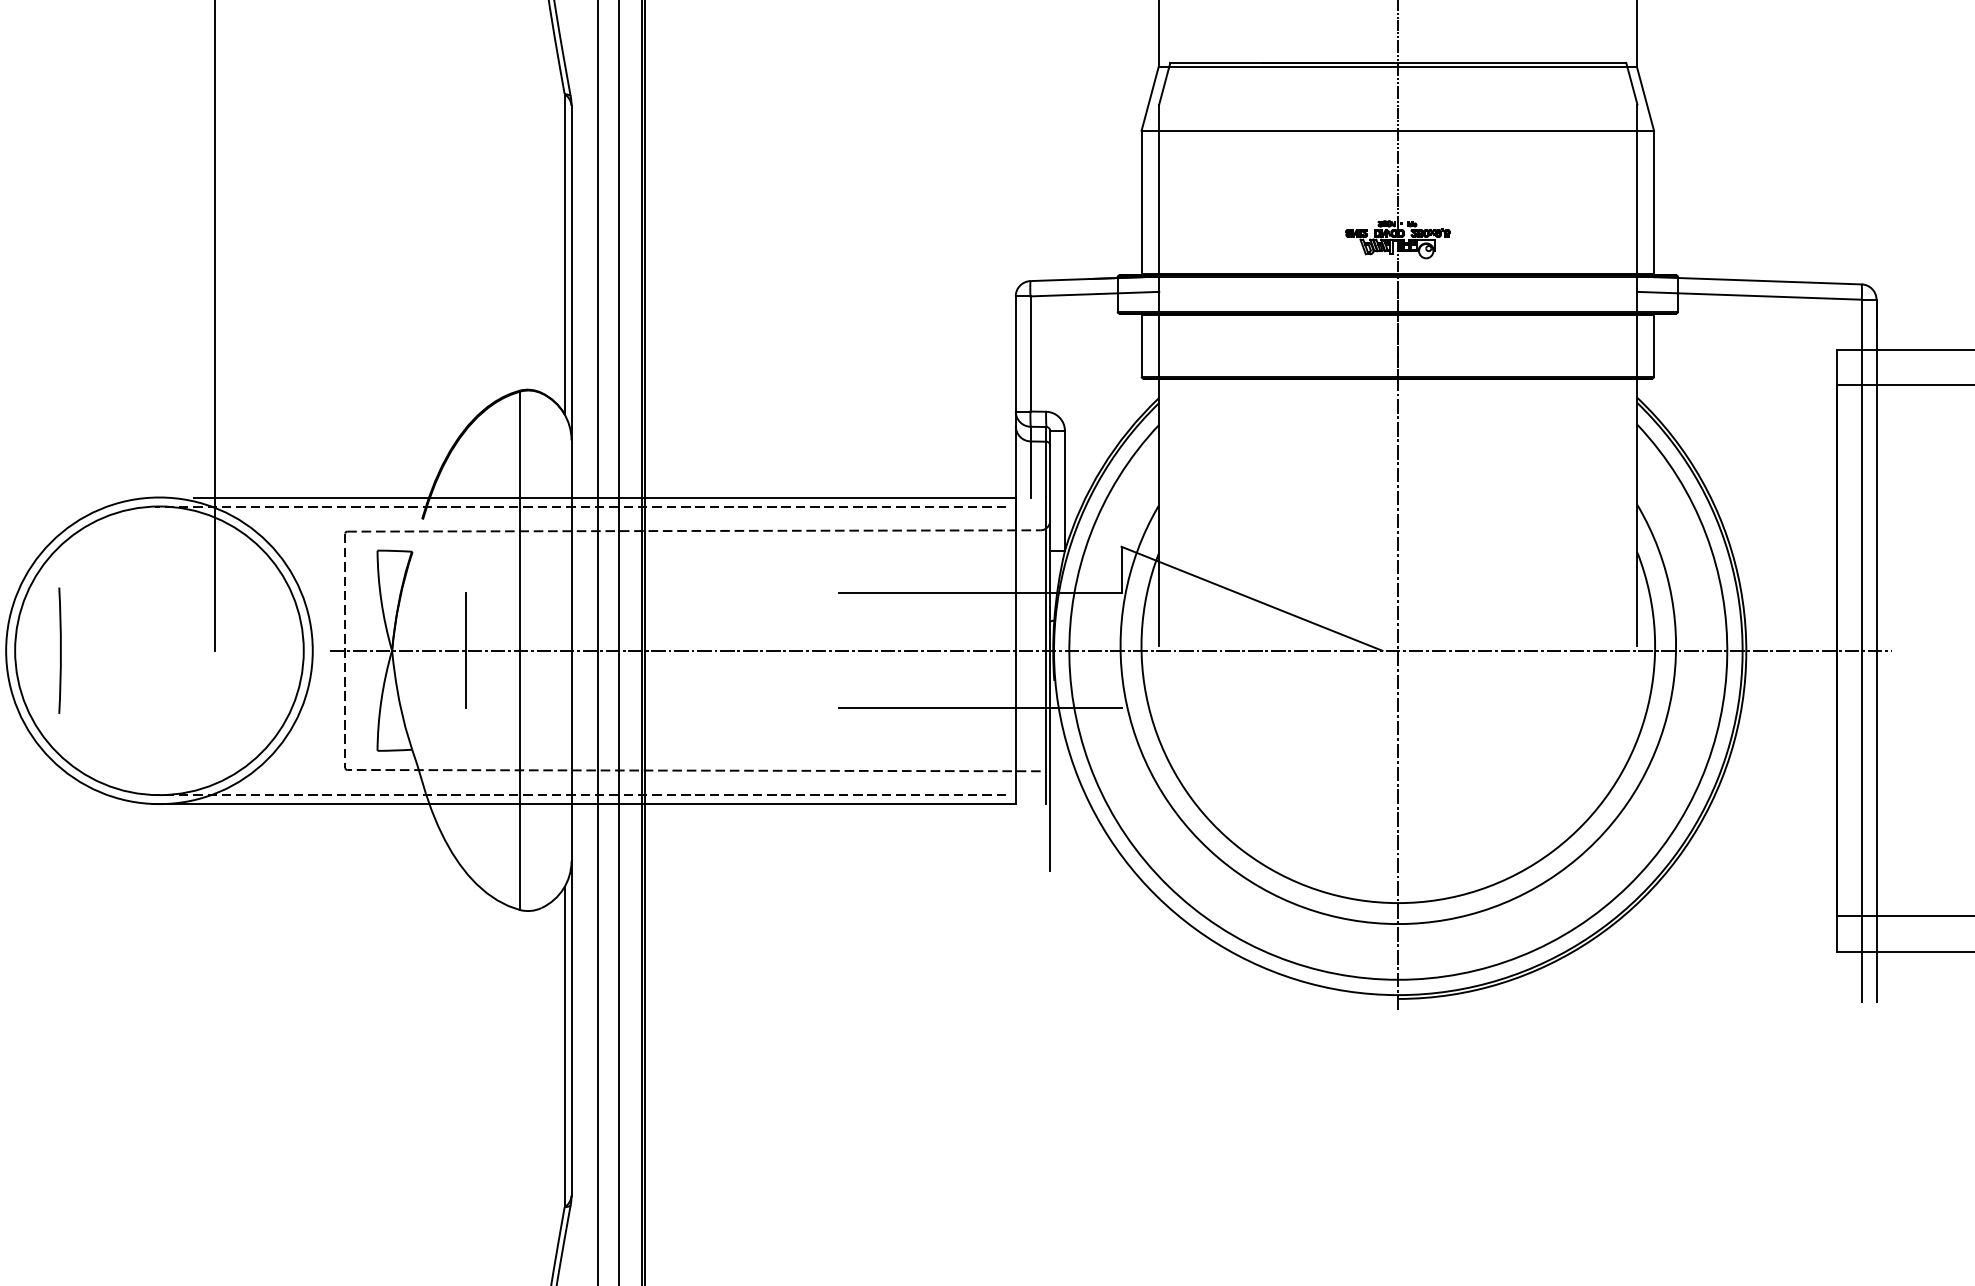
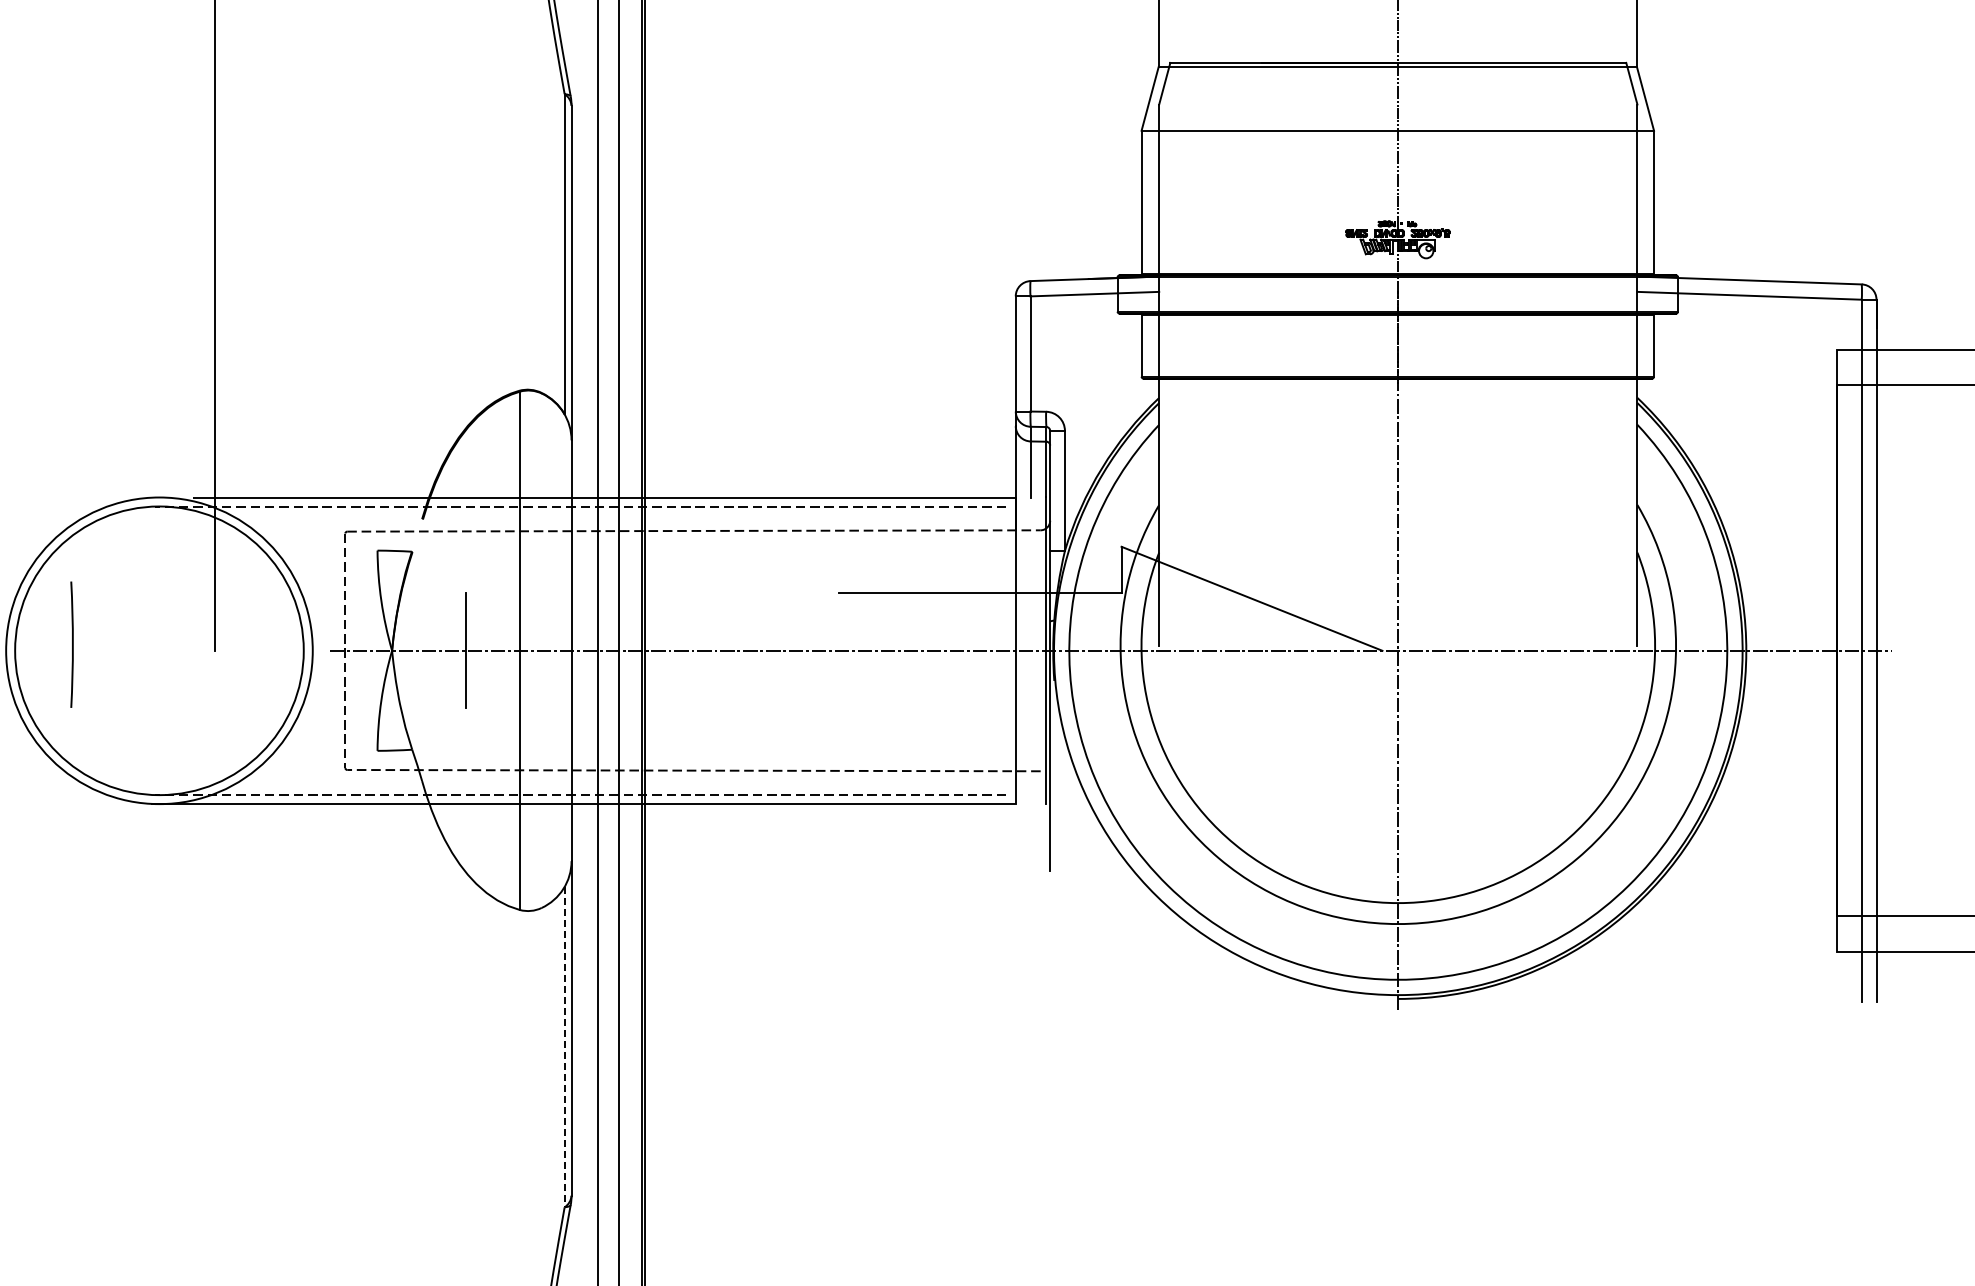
line at (60, 650) position: (60, 650) -> (72, 644)
line at (979, 708): present -> none
line at (564, 1047): solid -> dashed
